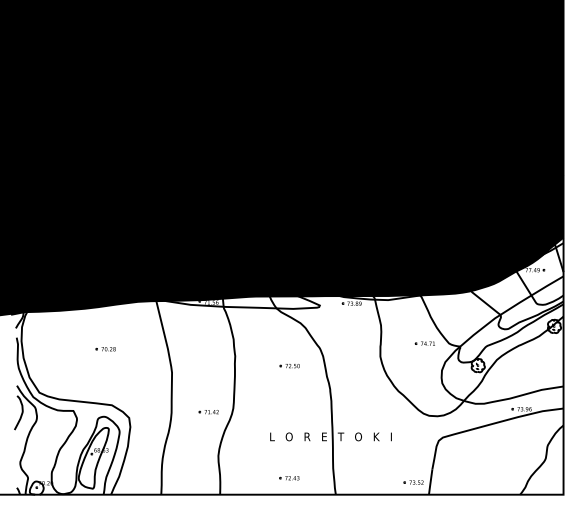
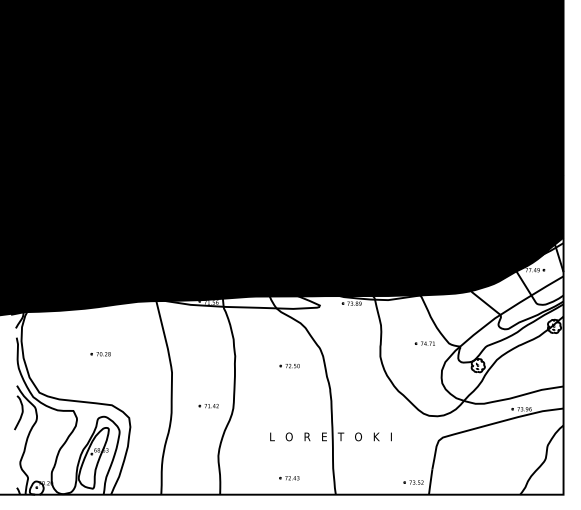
part at (105, 349) position: (105, 349) -> (100, 354)
part at (208, 412) position: (208, 412) -> (208, 406)
